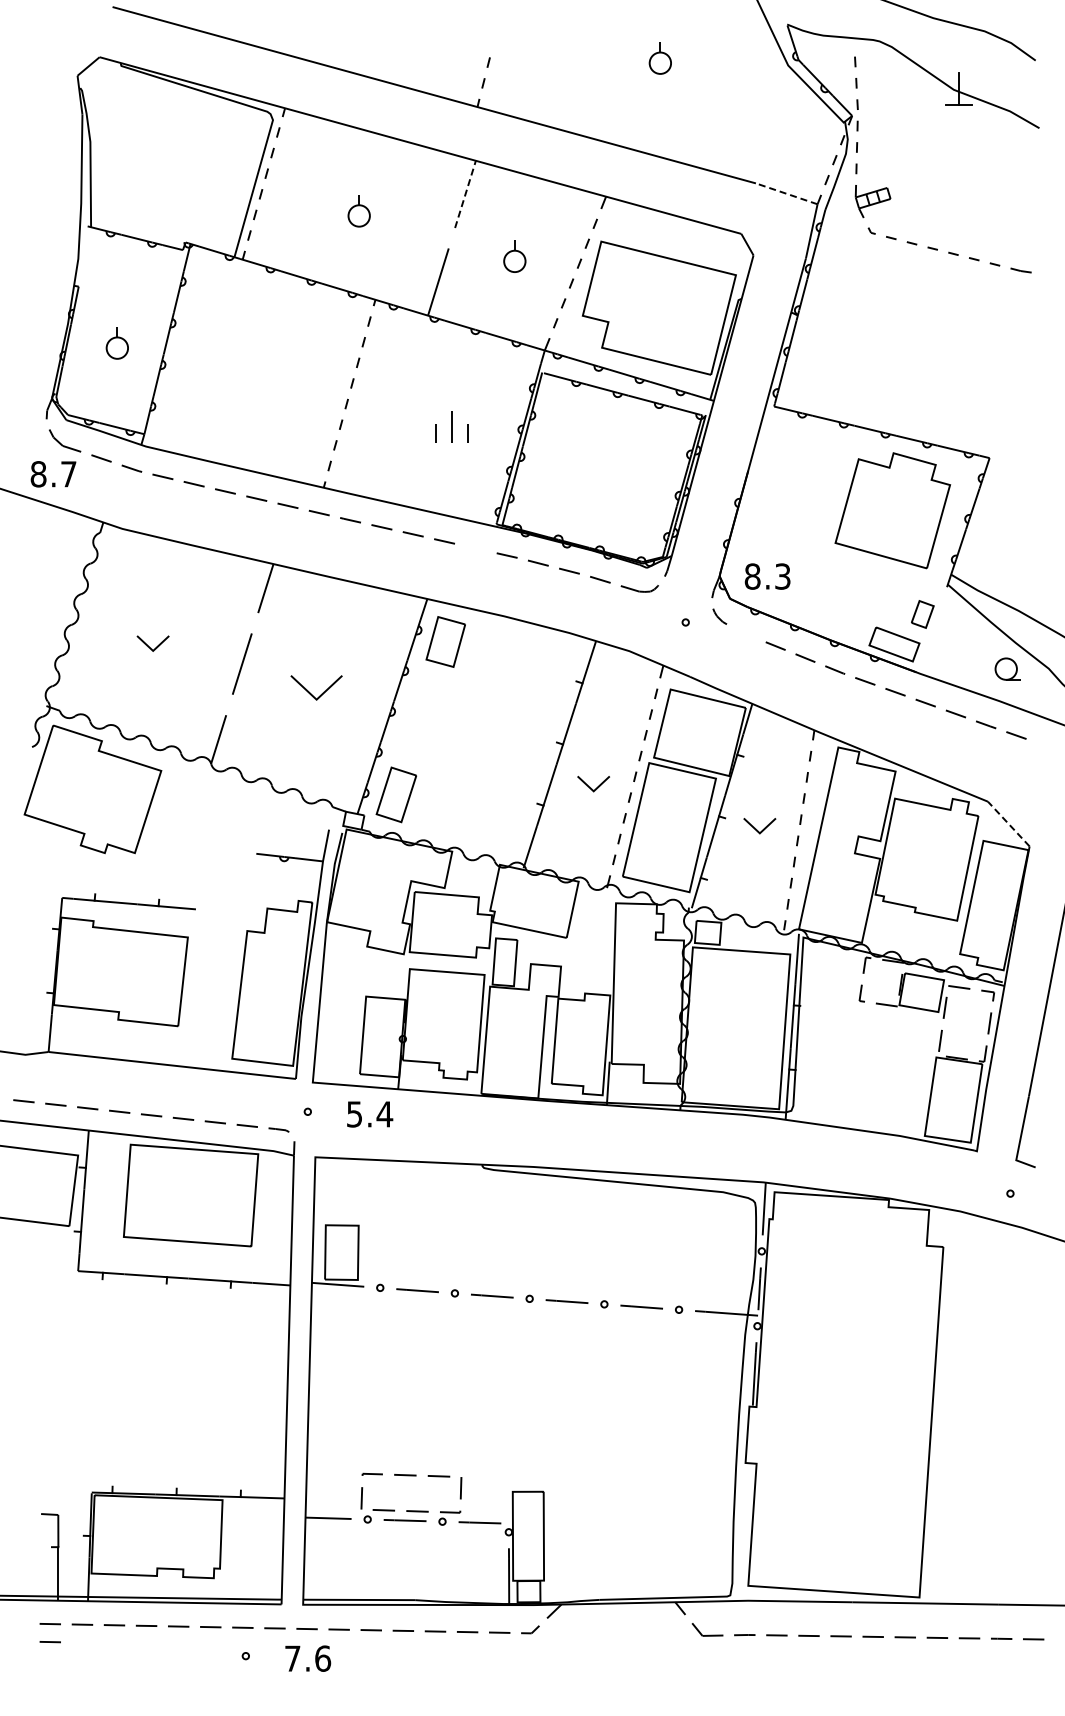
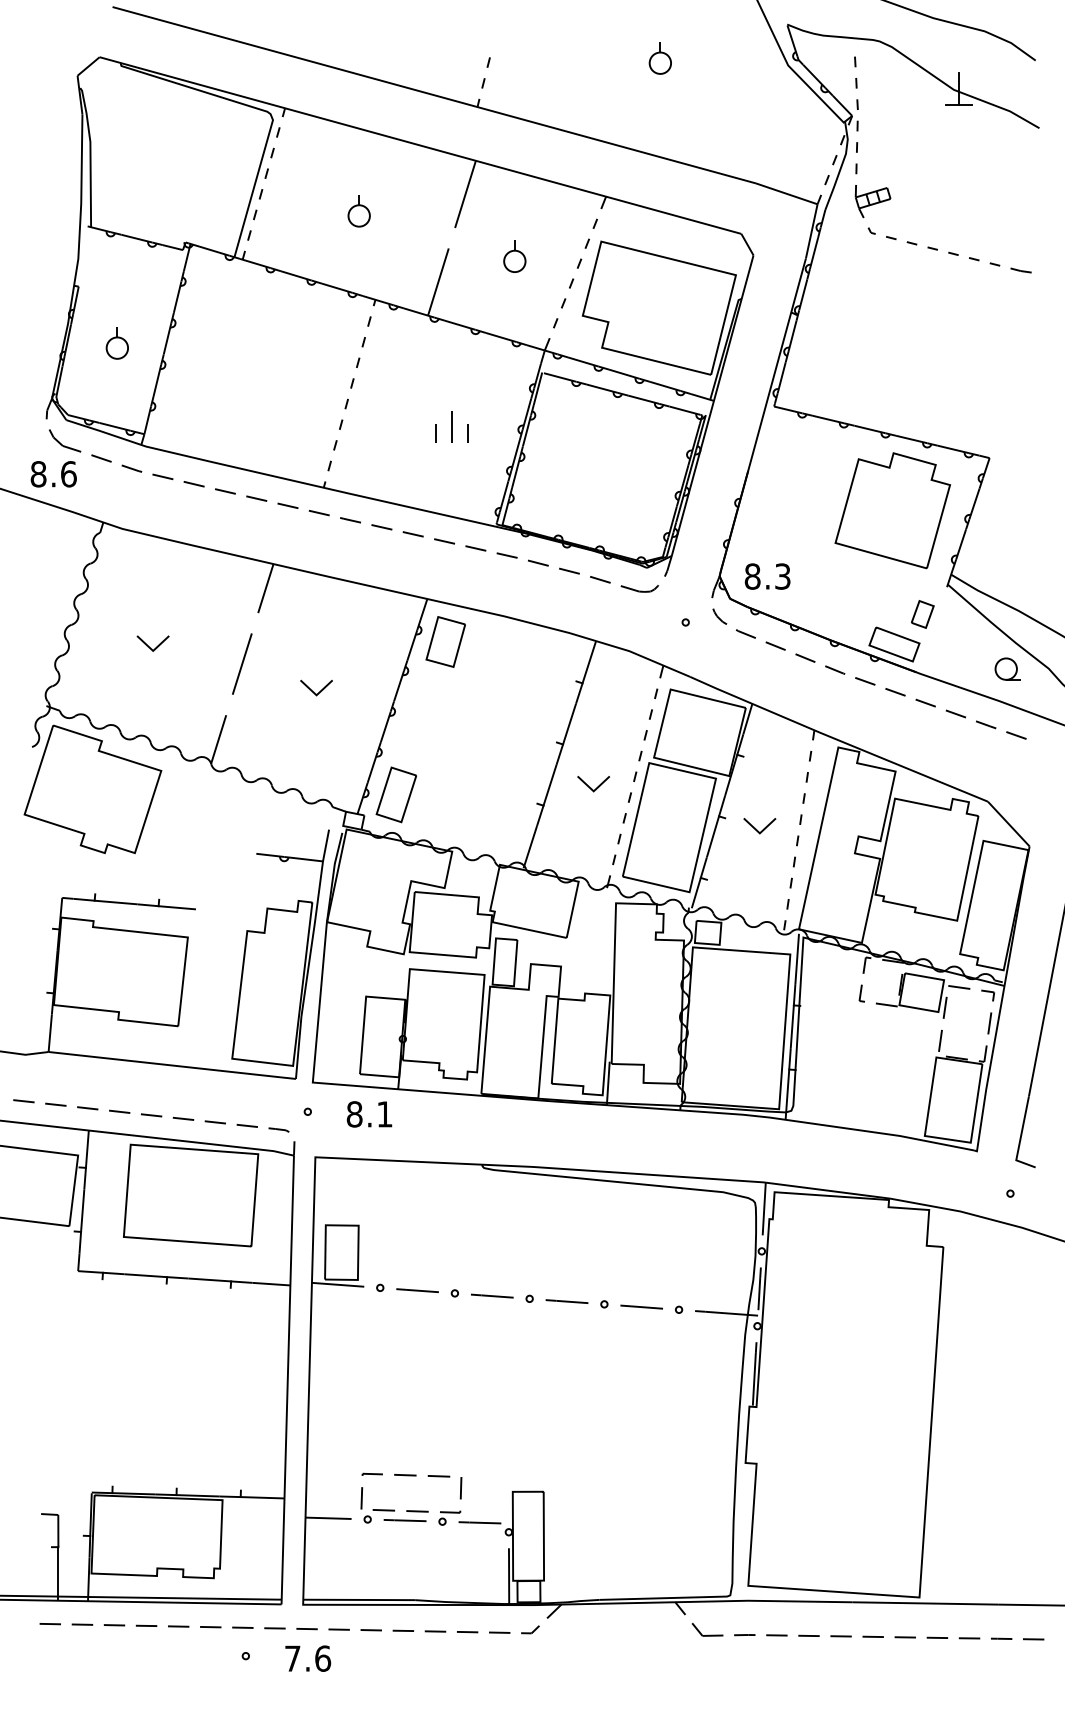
line at (465, 193): dashed -> solid
line at (786, 193): dashed -> solid
text at (68, 474): 8.7 -> 8.6
line at (475, 548): none -> present
line at (745, 633): none -> present
part at (316, 687) size: 53x26 px -> 33x18 px
line at (1008, 824): dashed -> solid
text at (369, 1114): 5.4 -> 8.1
line at (49, 1642): present -> none
